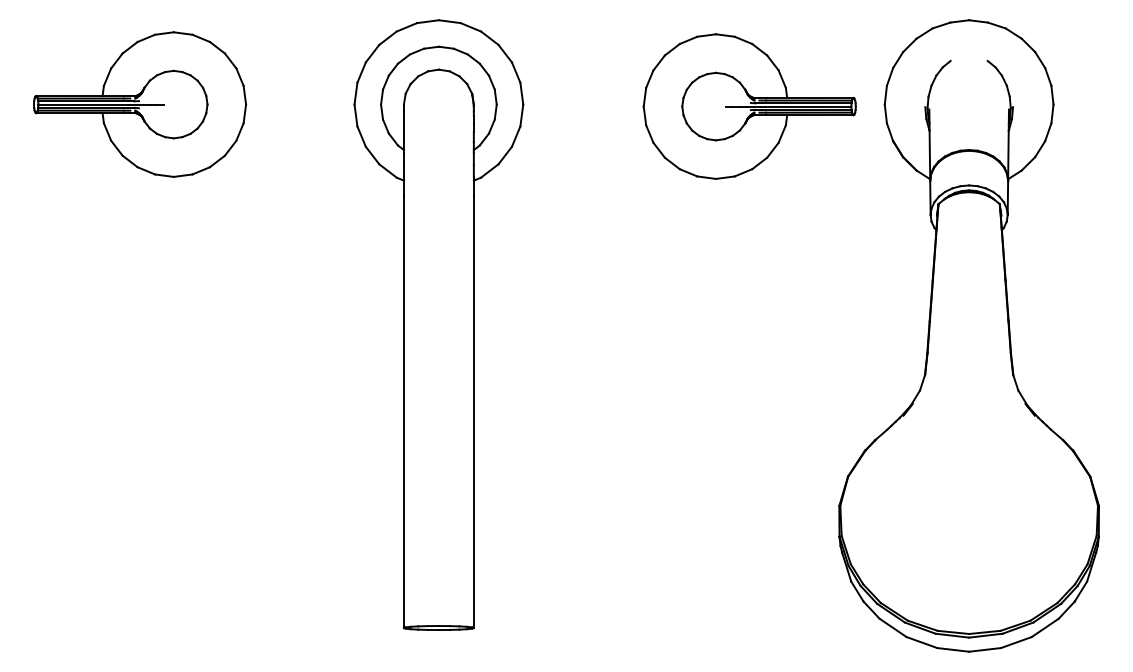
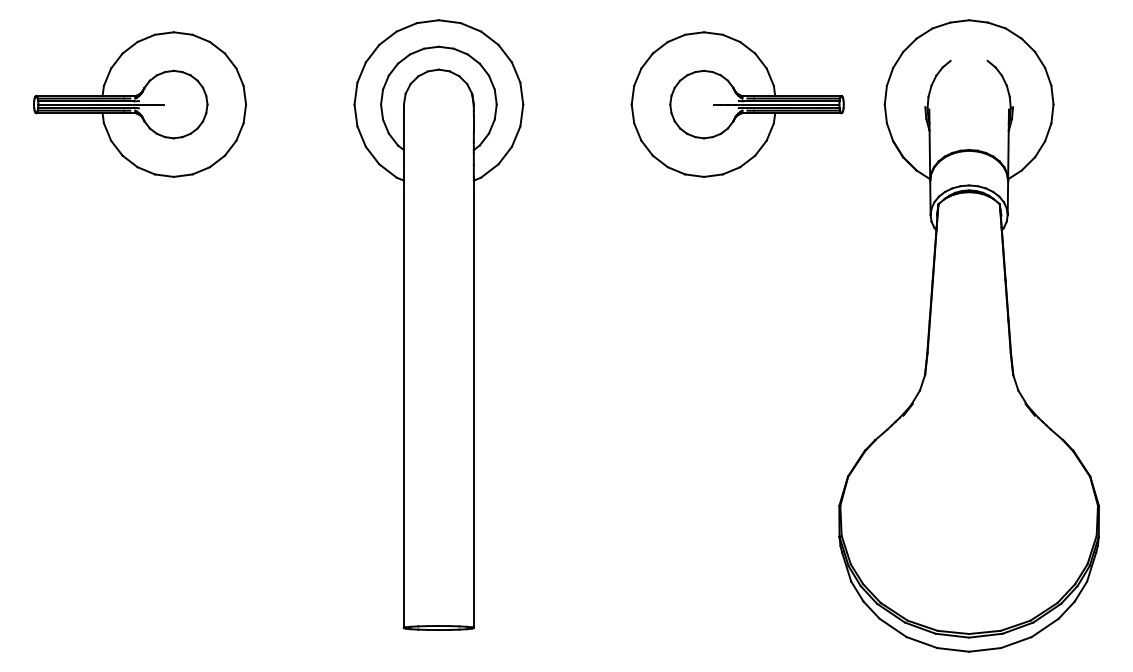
part at (749, 106) position: (749, 106) -> (737, 104)
